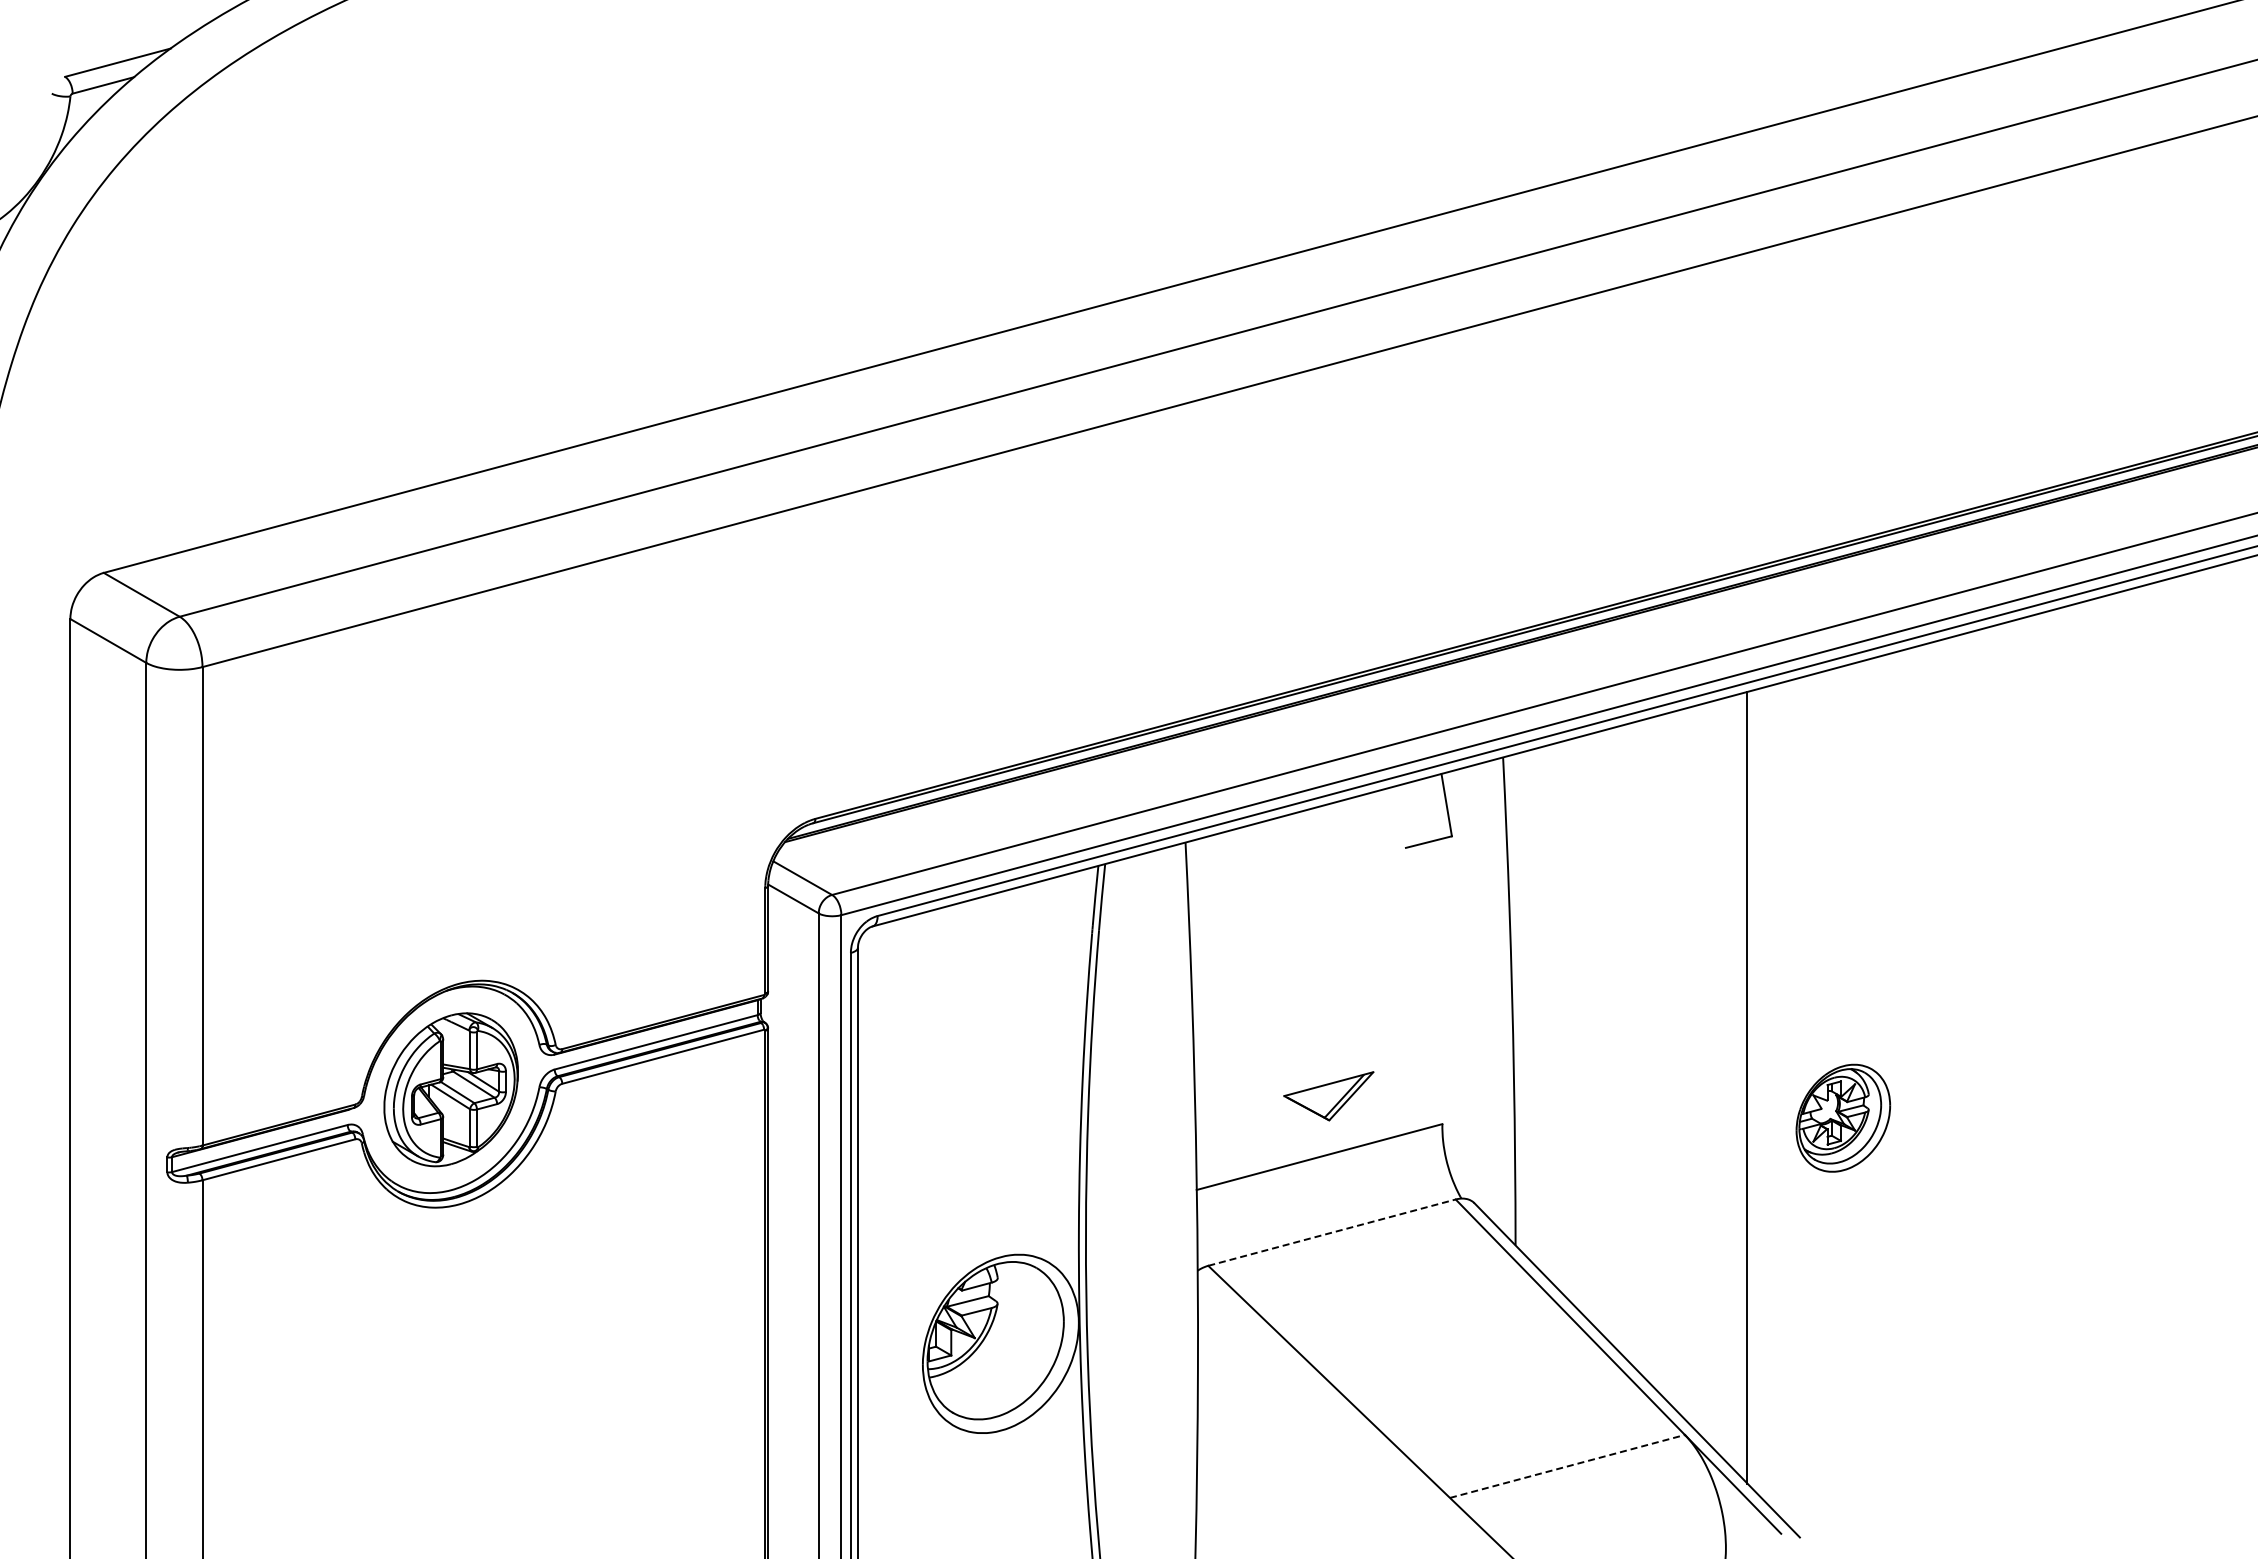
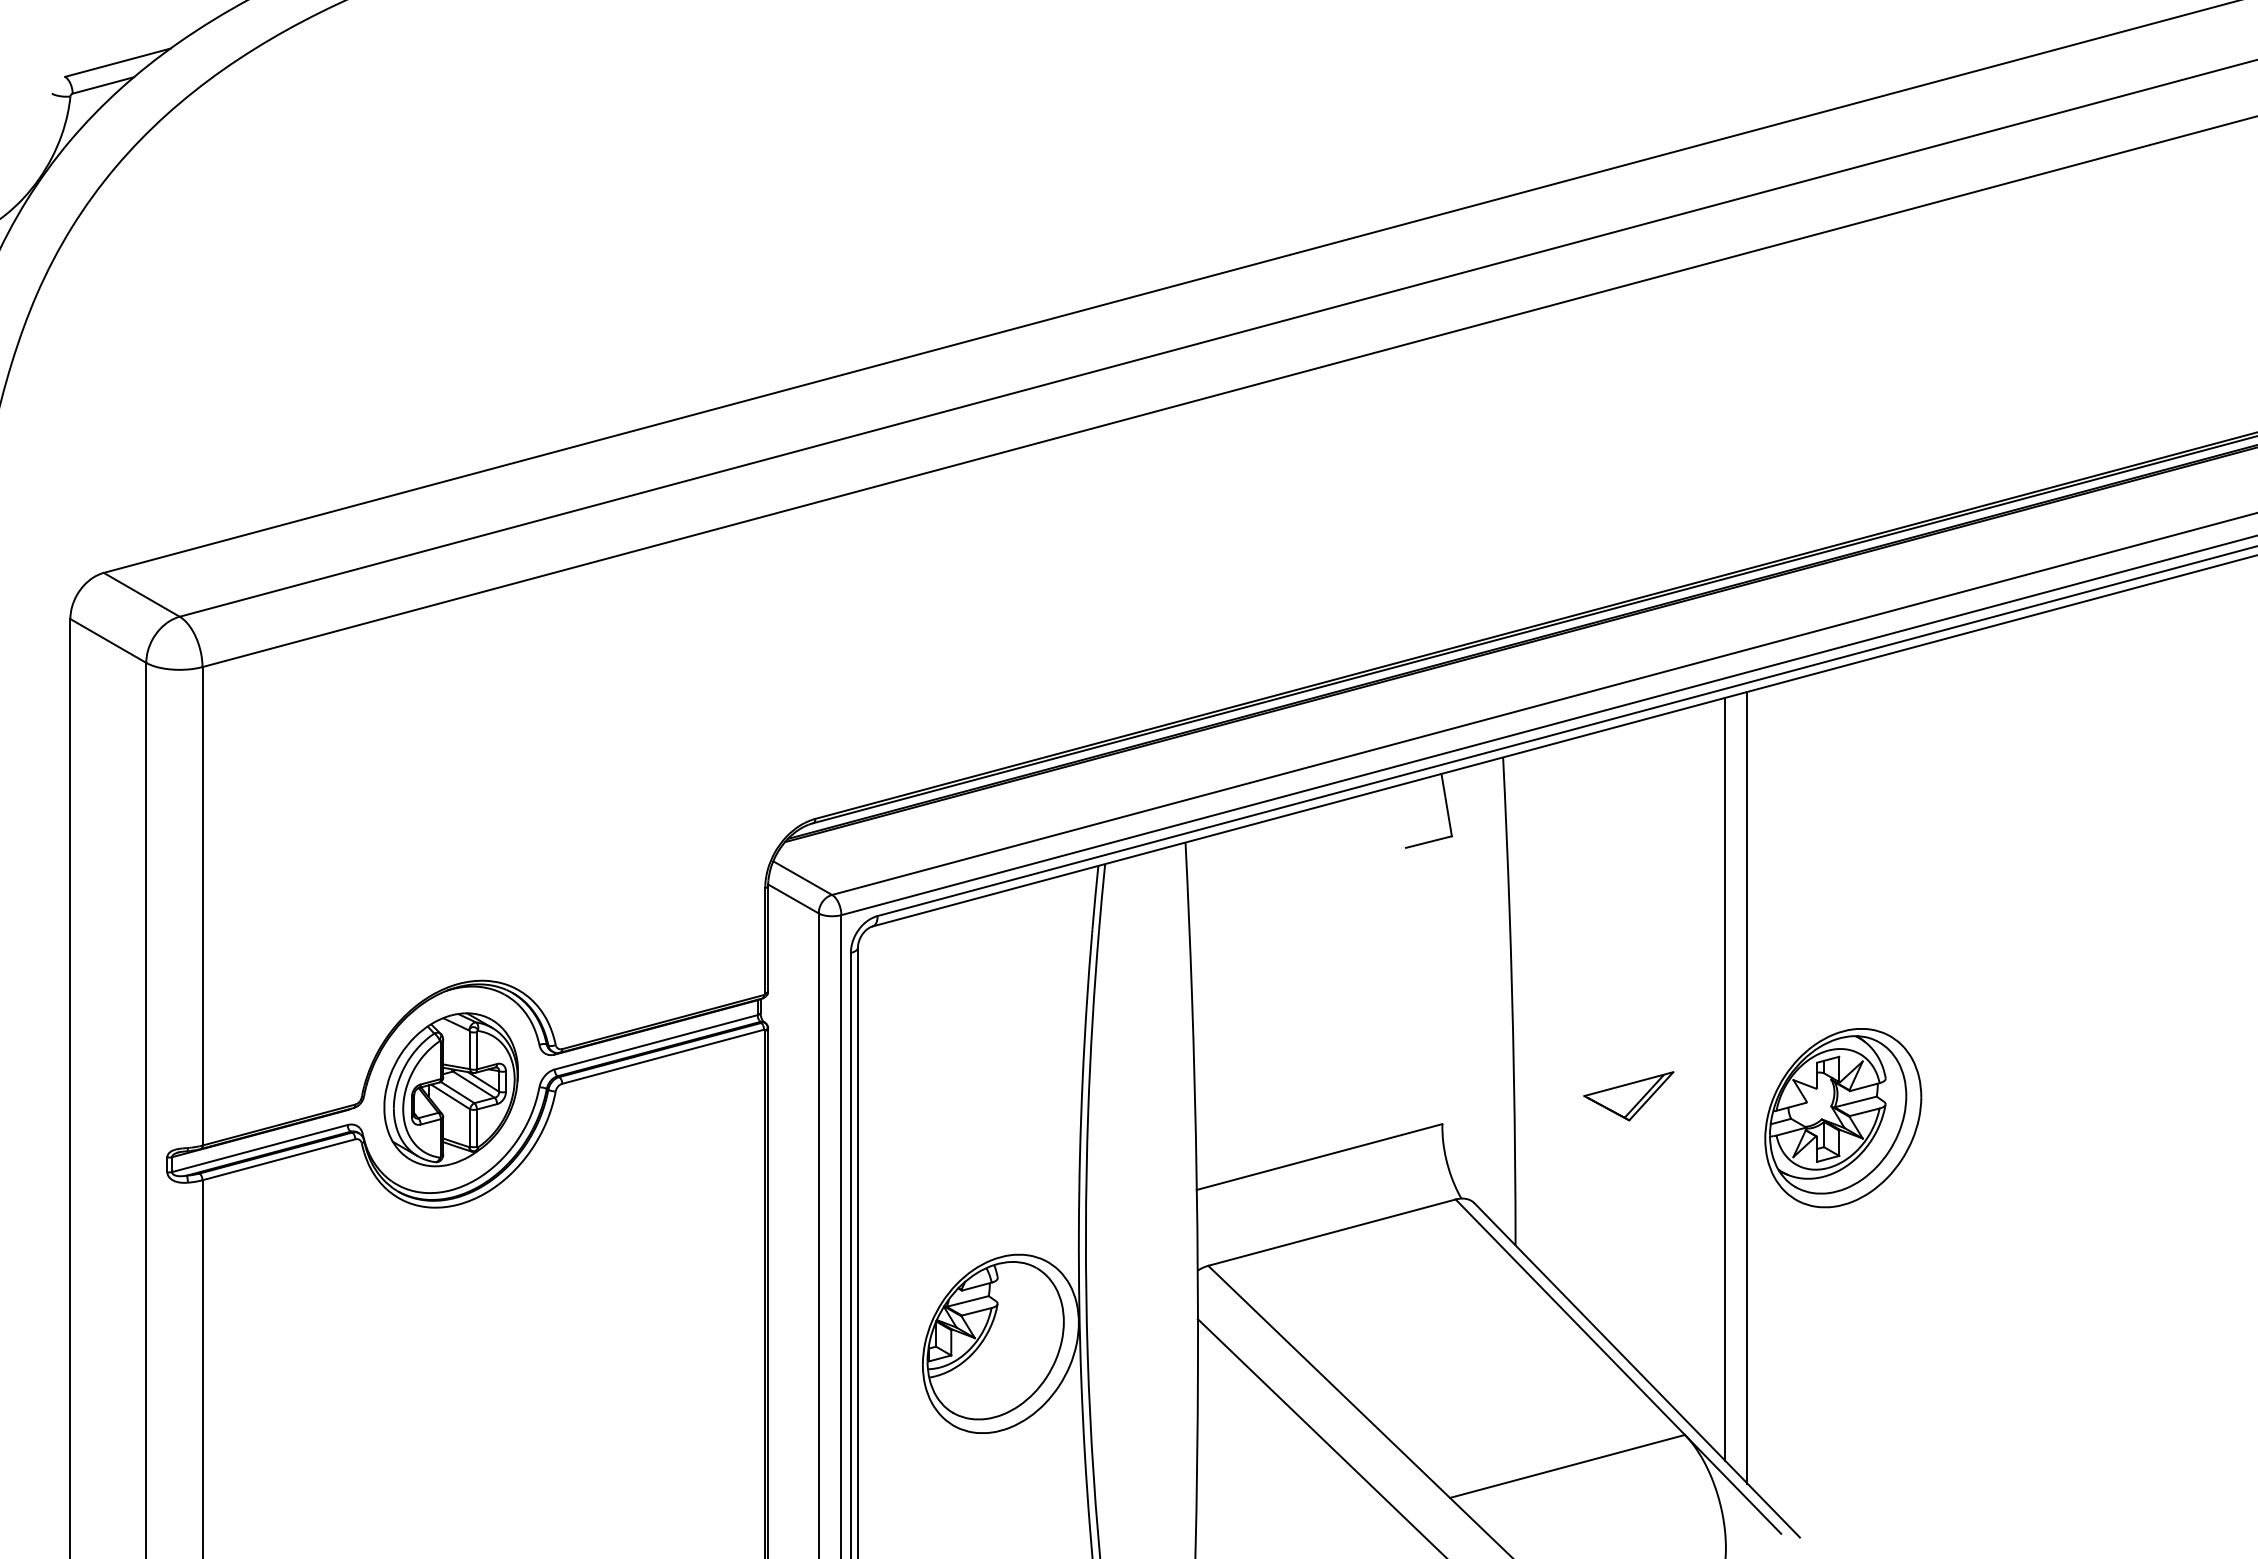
line at (1724, 1078): none -> present
part at (1328, 1096) position: (1328, 1096) -> (1628, 1096)
part at (1843, 1117) size: 97x110 px -> 159x181 px
line at (1332, 1232): dashed -> solid
line at (1320, 1437): none -> present
line at (1567, 1466): dashed -> solid
